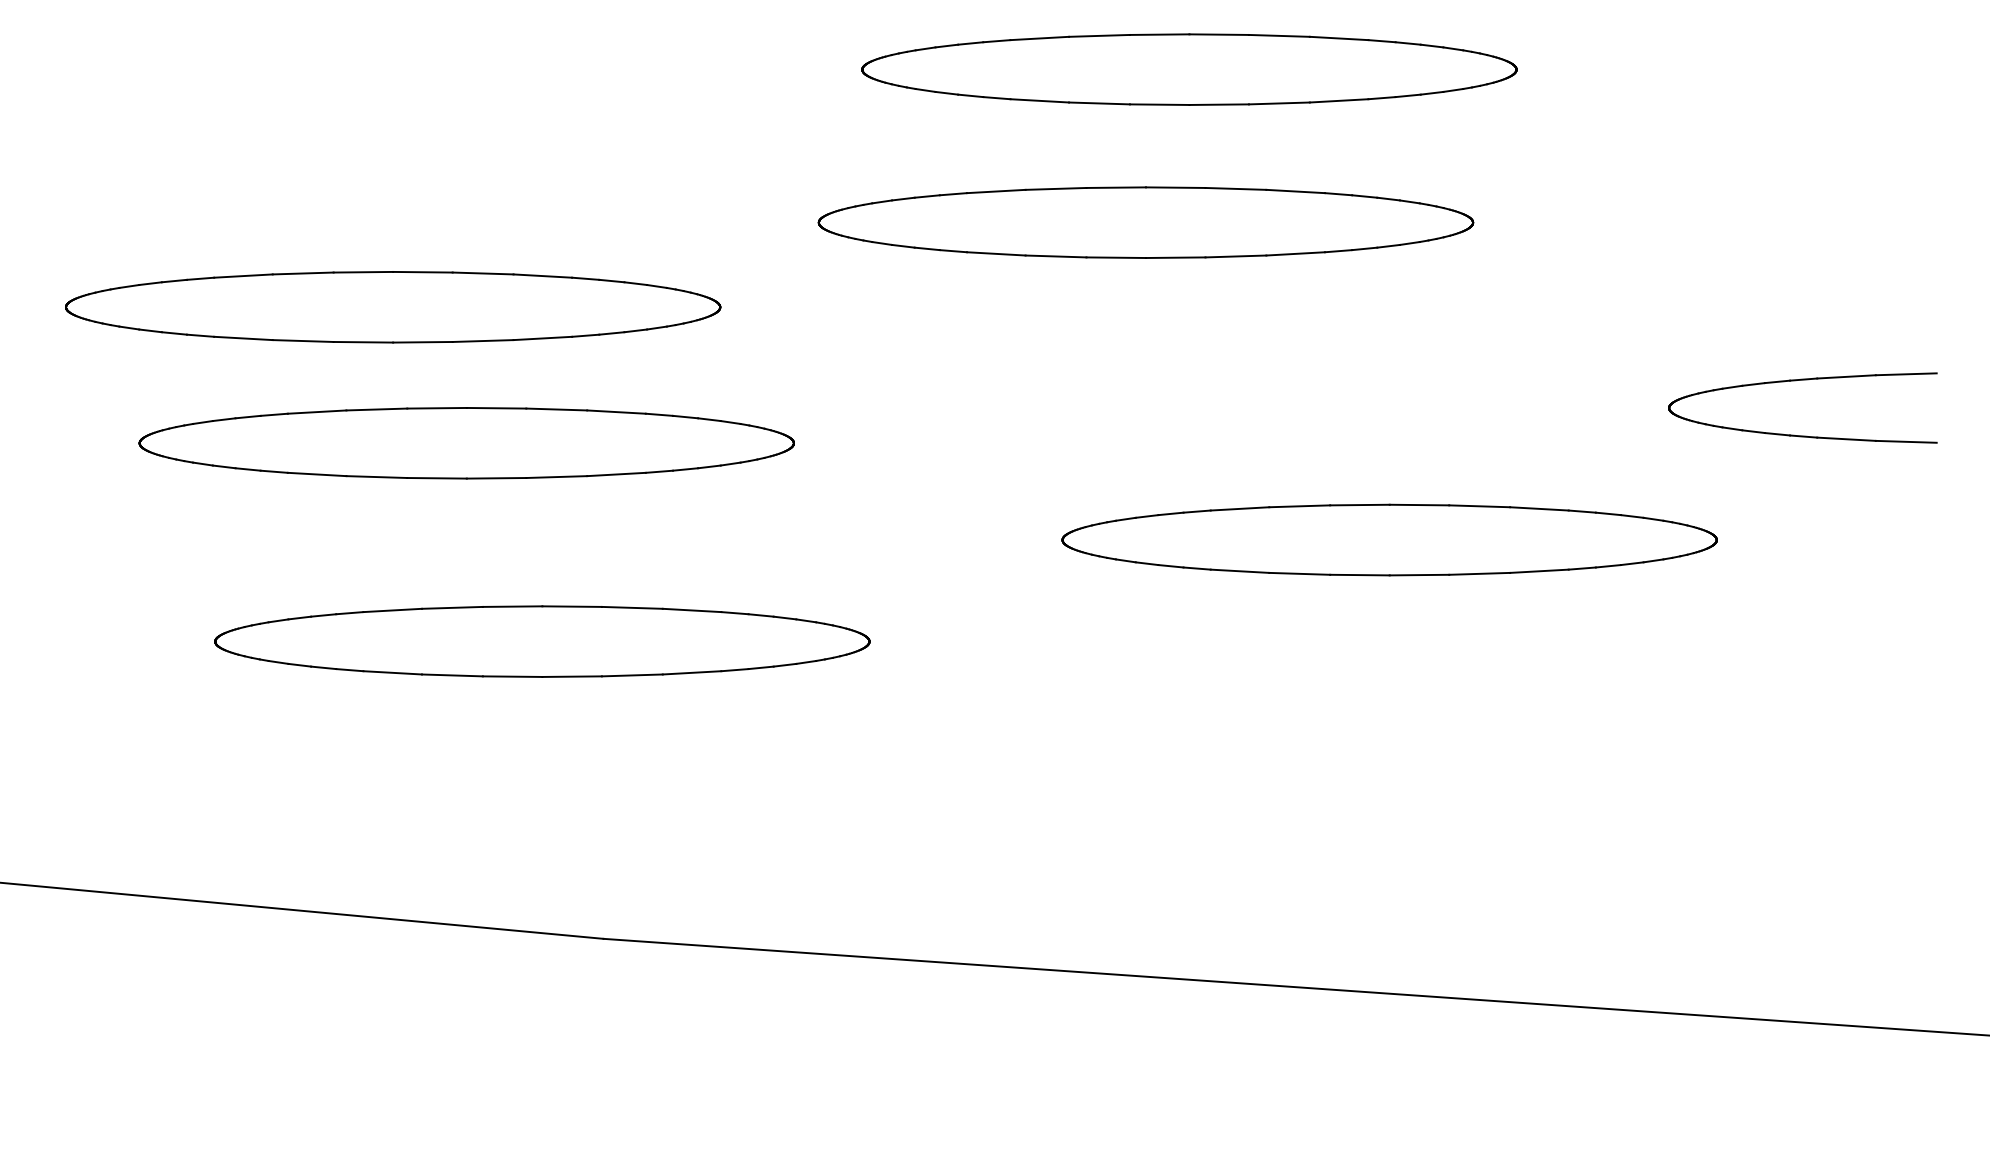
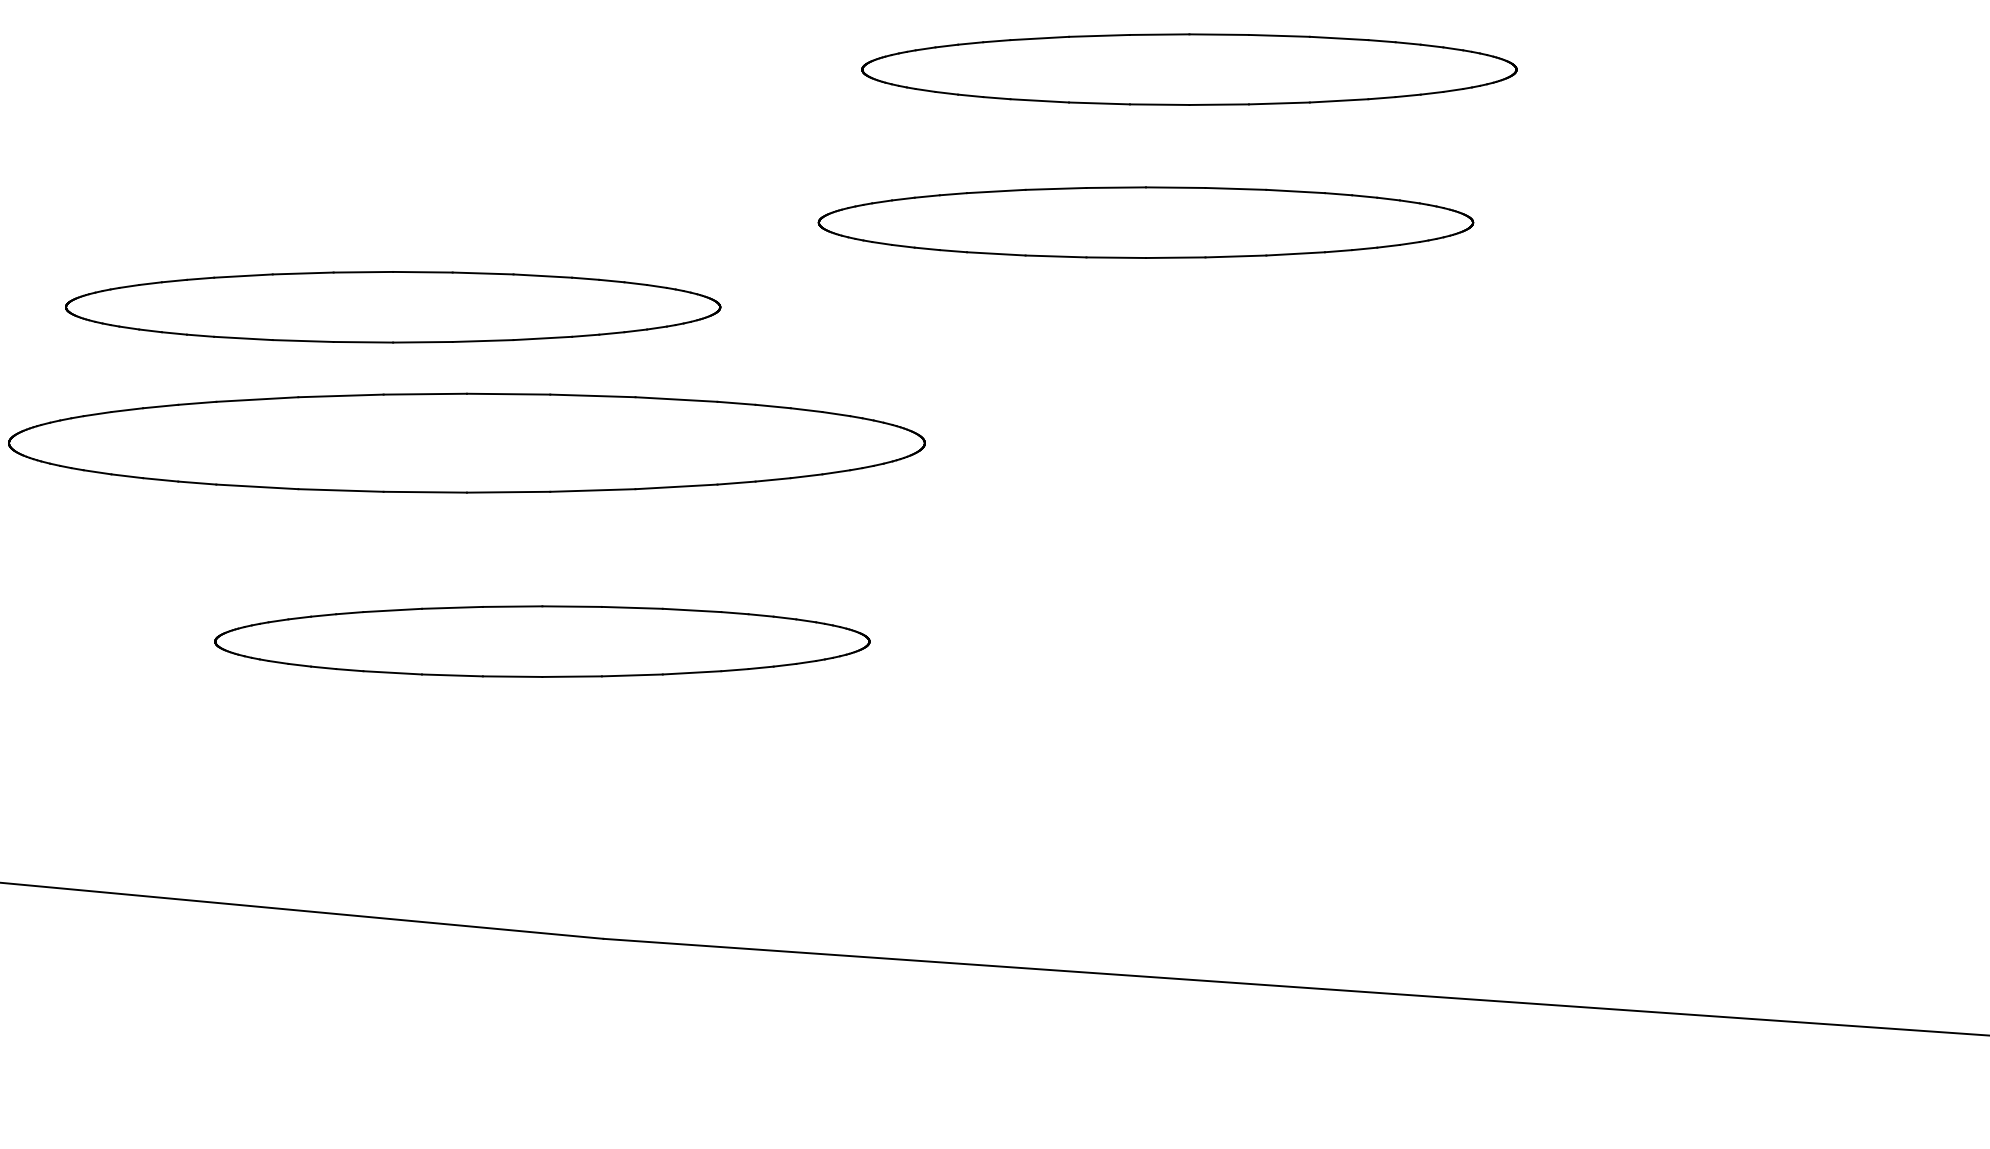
part at (1795, 381): present -> none
part at (466, 443) size: 657x73 px -> 918x102 px
part at (1389, 539): present -> none
